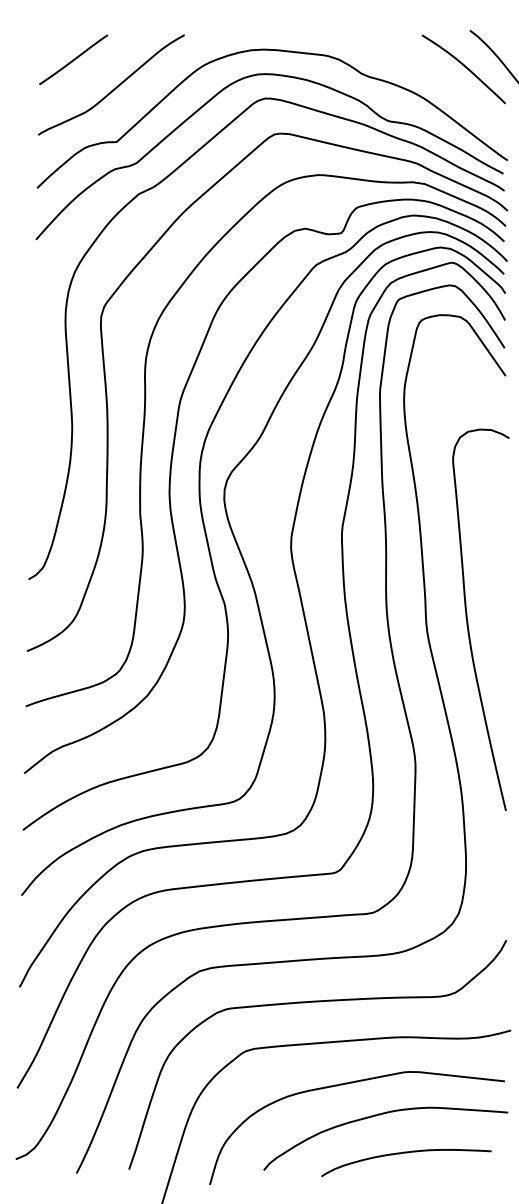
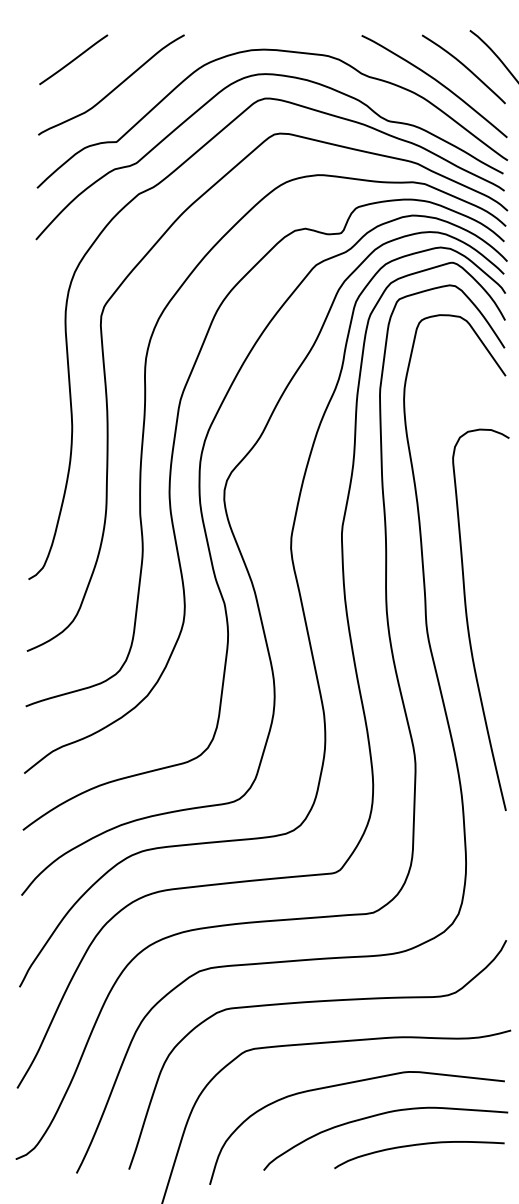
curve at (437, 82): none -> present
curve at (406, 1153) position: (406, 1153) -> (419, 1145)
